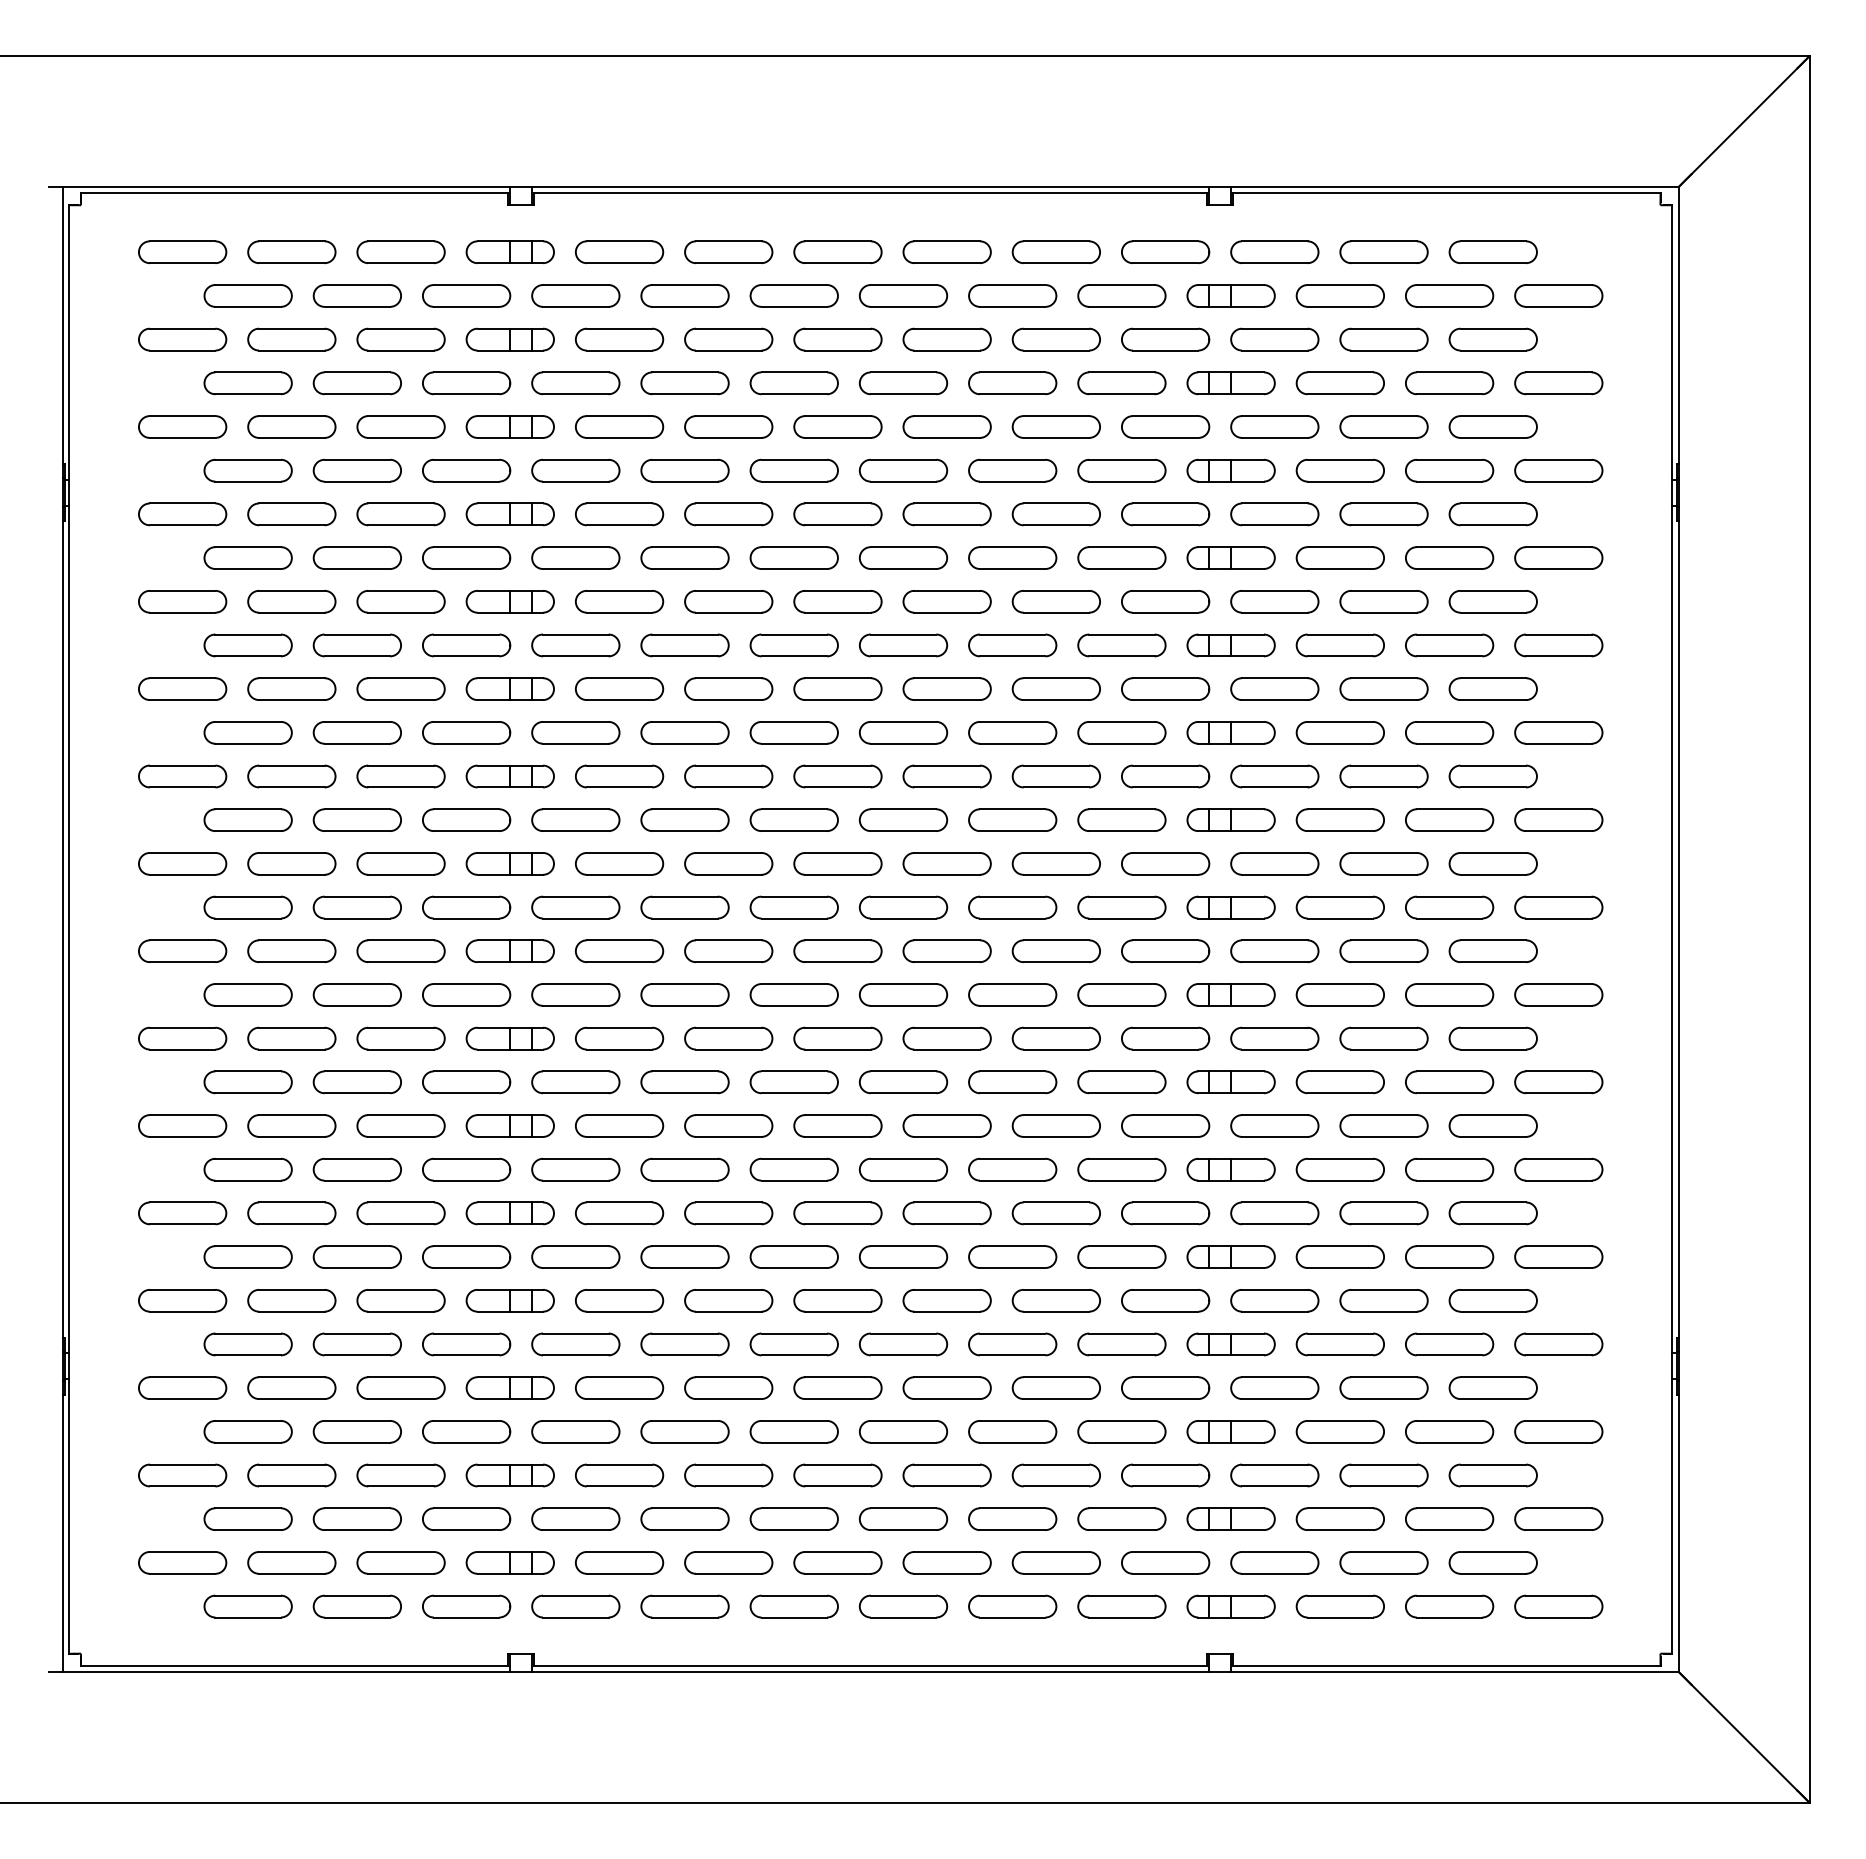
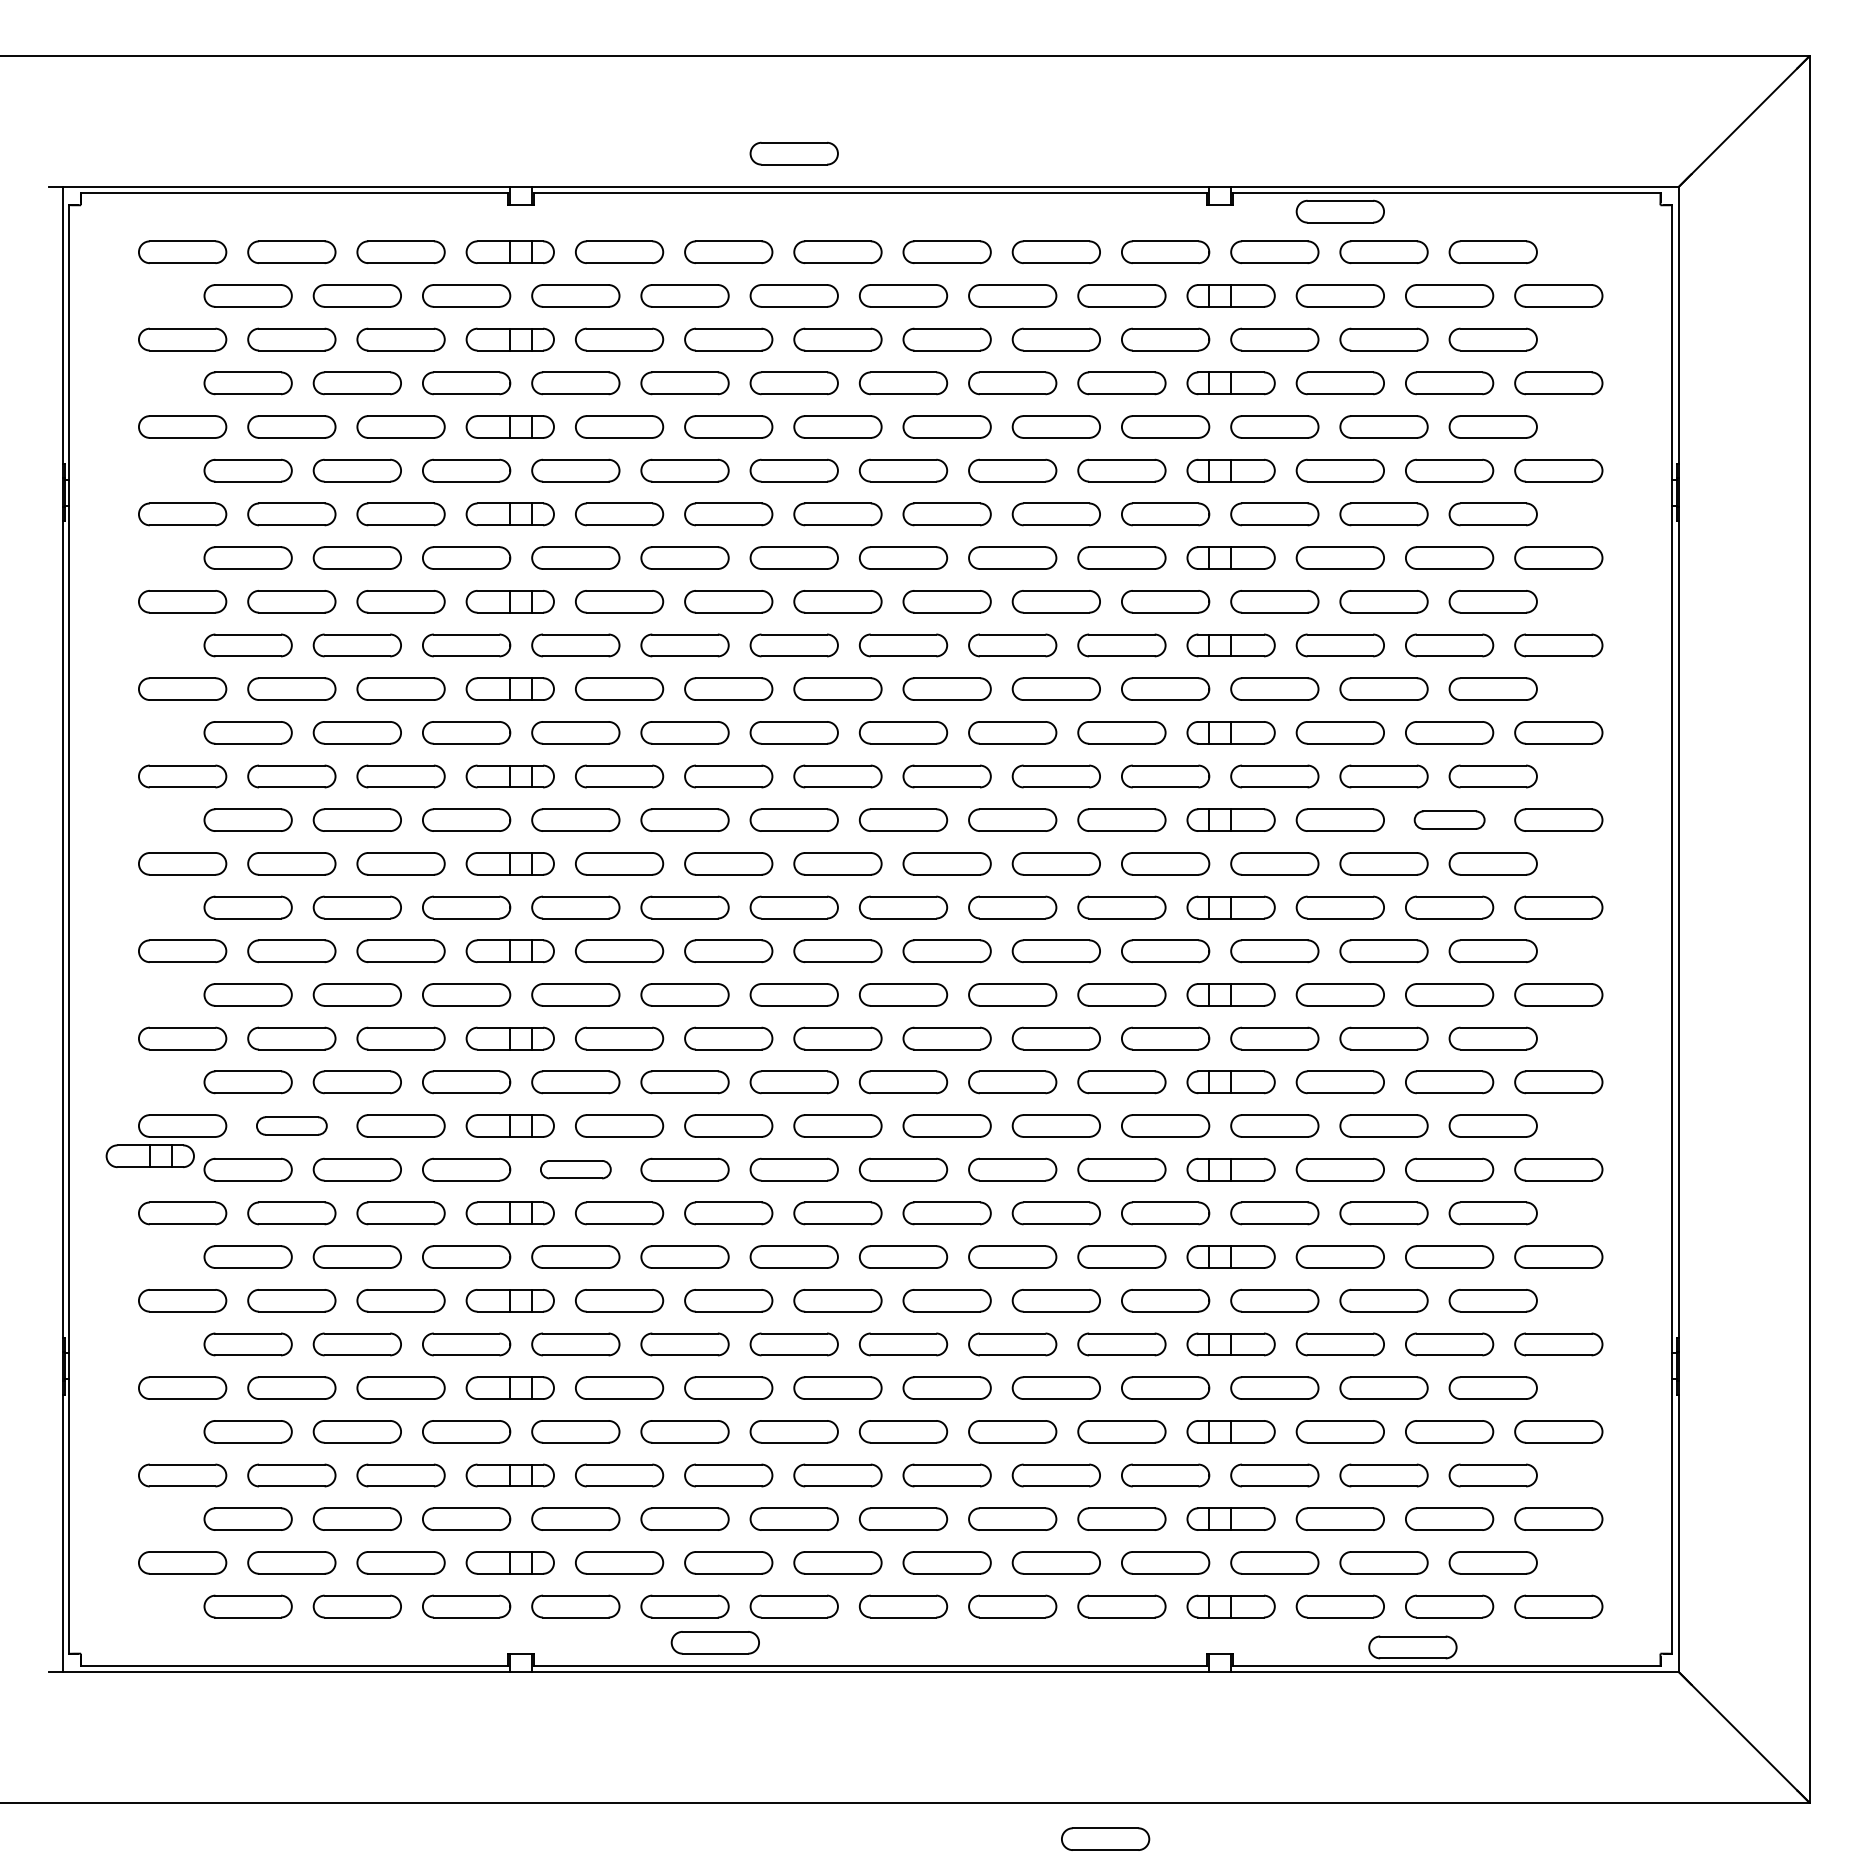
part at (793, 153): none -> present
part at (1339, 211): none -> present
part at (1449, 819) size: 90x24 px -> 73x20 px
part at (291, 1125) size: 90x24 px -> 72x20 px
part at (149, 1155): none -> present
part at (575, 1169) size: 90x25 px -> 72x20 px
part at (714, 1642): none -> present
part at (1412, 1647): none -> present
part at (1105, 1838): none -> present
